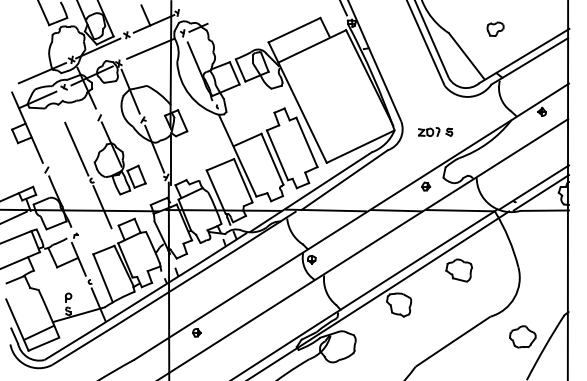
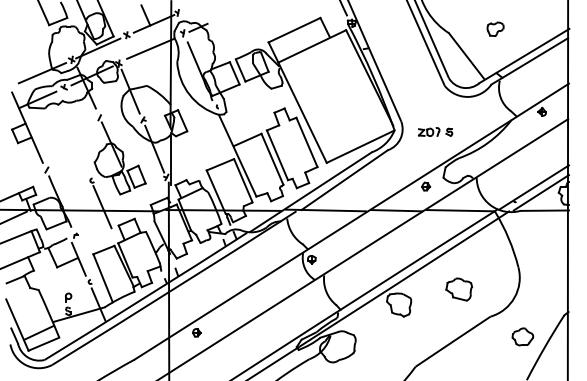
line at (76, 148): present -> none
part at (458, 270) position: (458, 270) -> (458, 289)
part at (522, 336) size: 28x24 px -> 24x20 px
